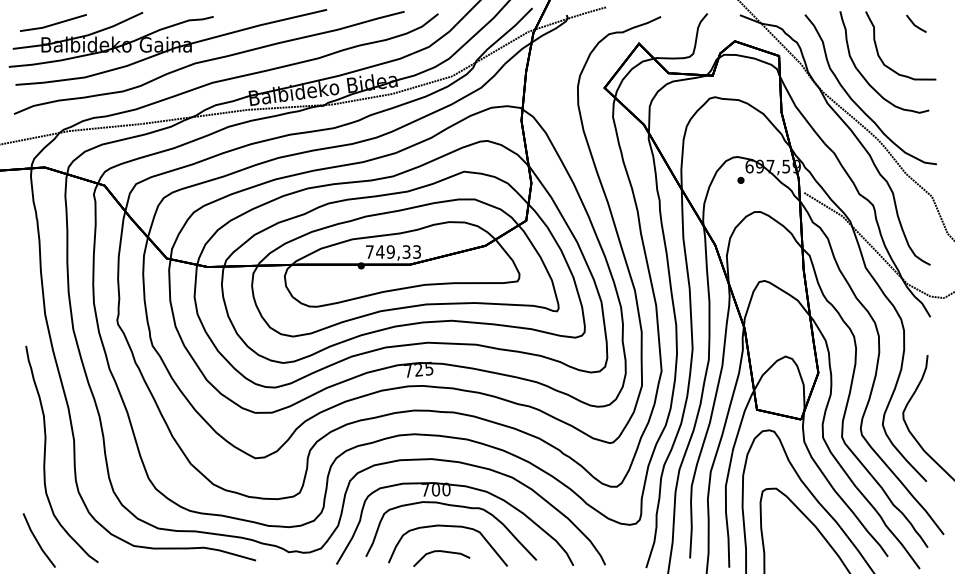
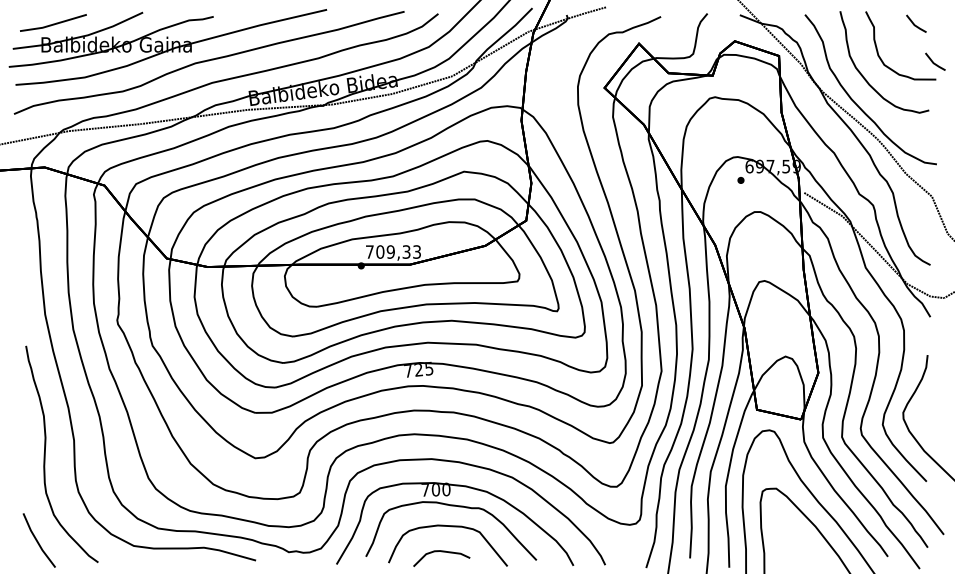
part at (935, 61): none -> present
text at (380, 251): 749,33 -> 709,33
